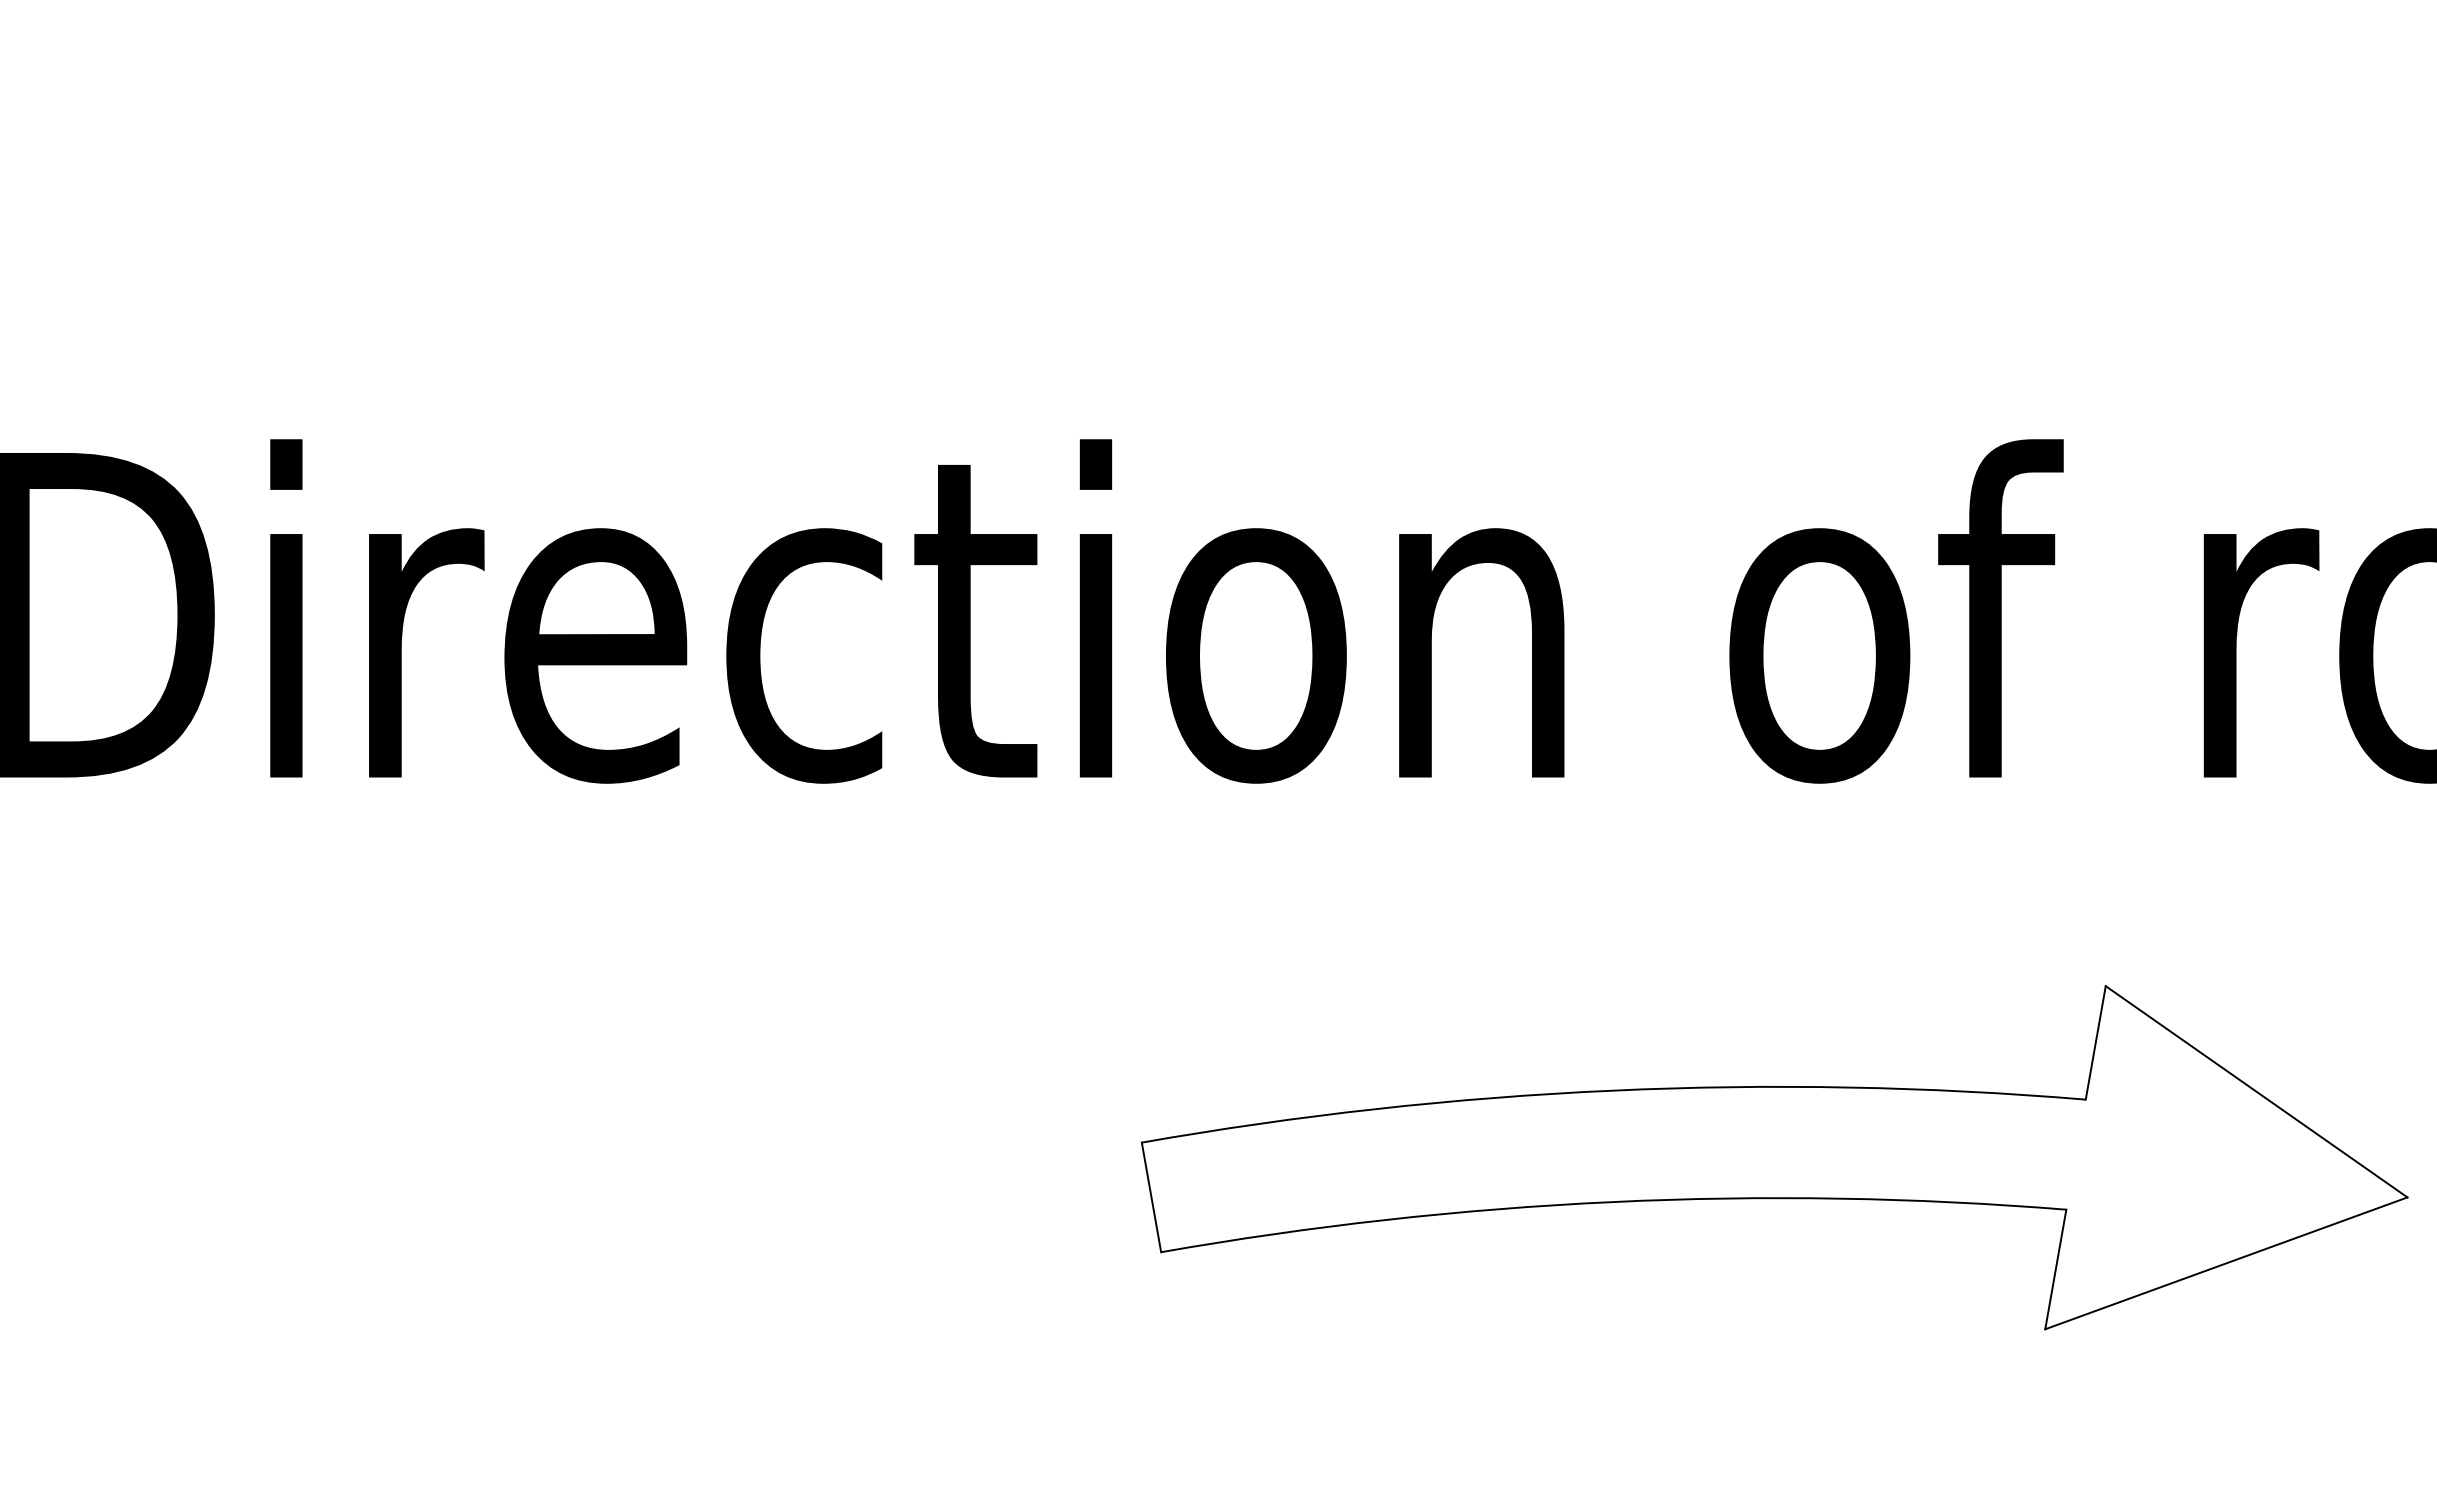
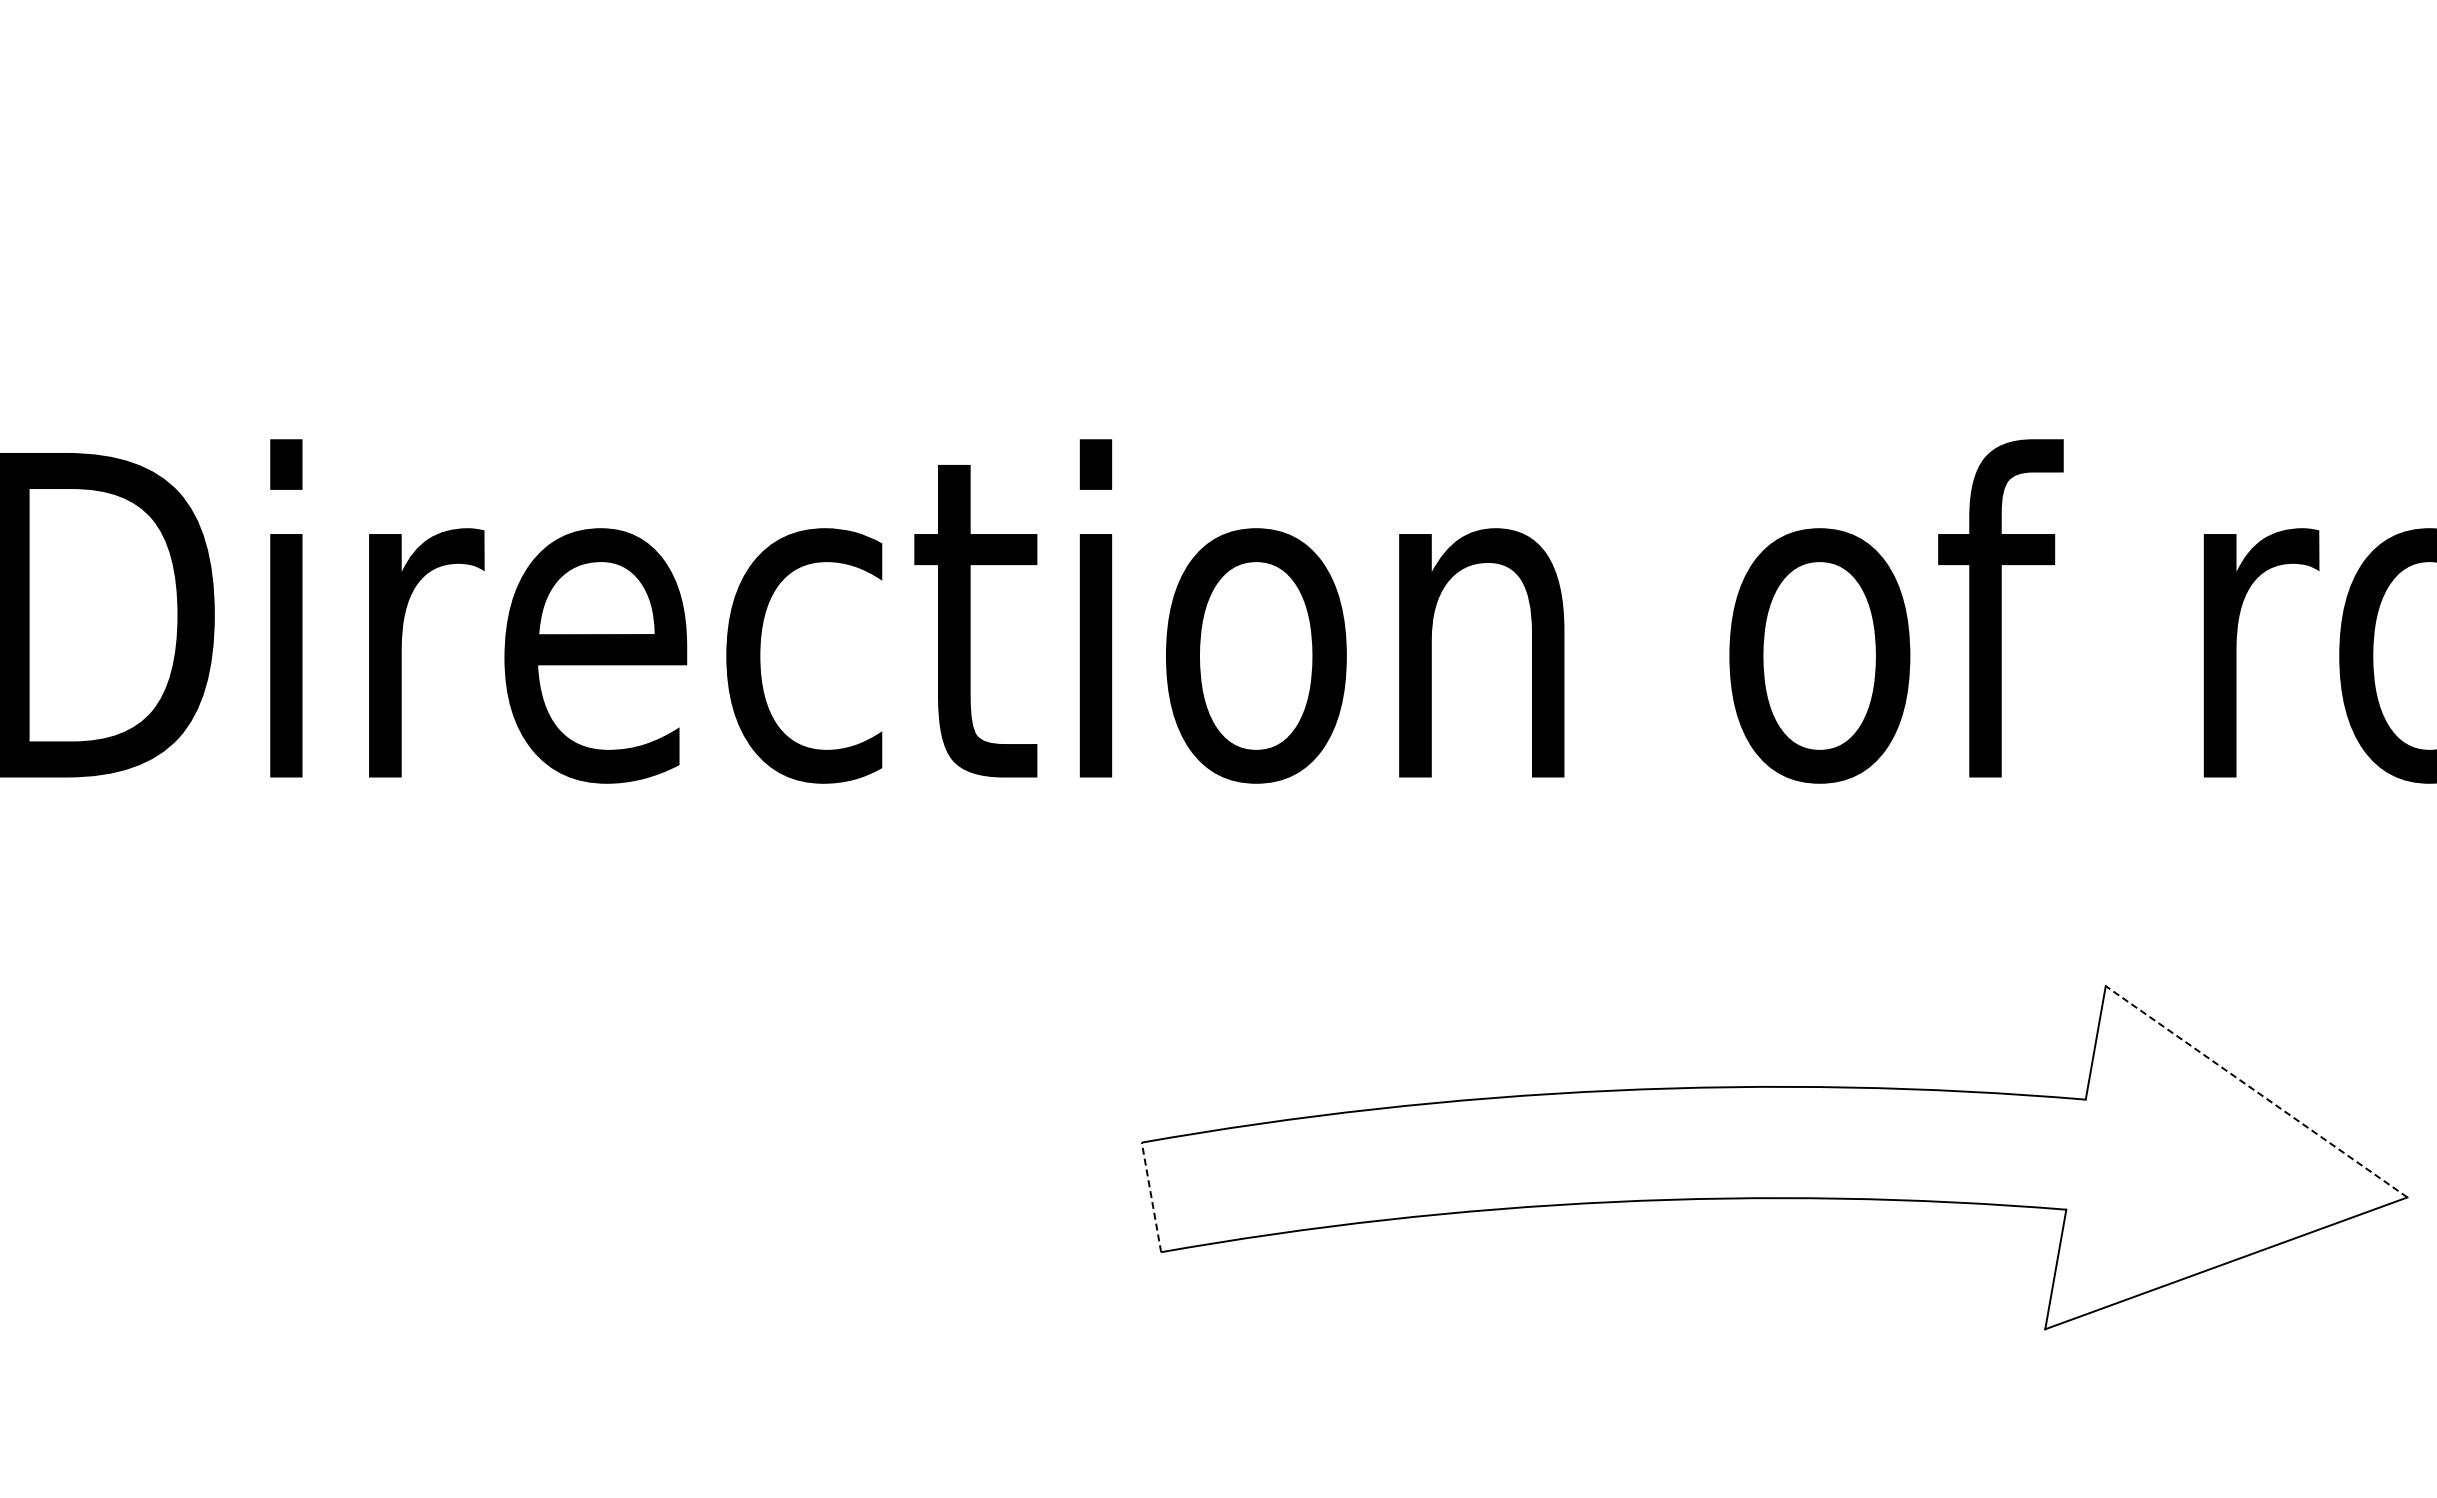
line at (2256, 1091): solid -> dashed
line at (1151, 1197): solid -> dashed
